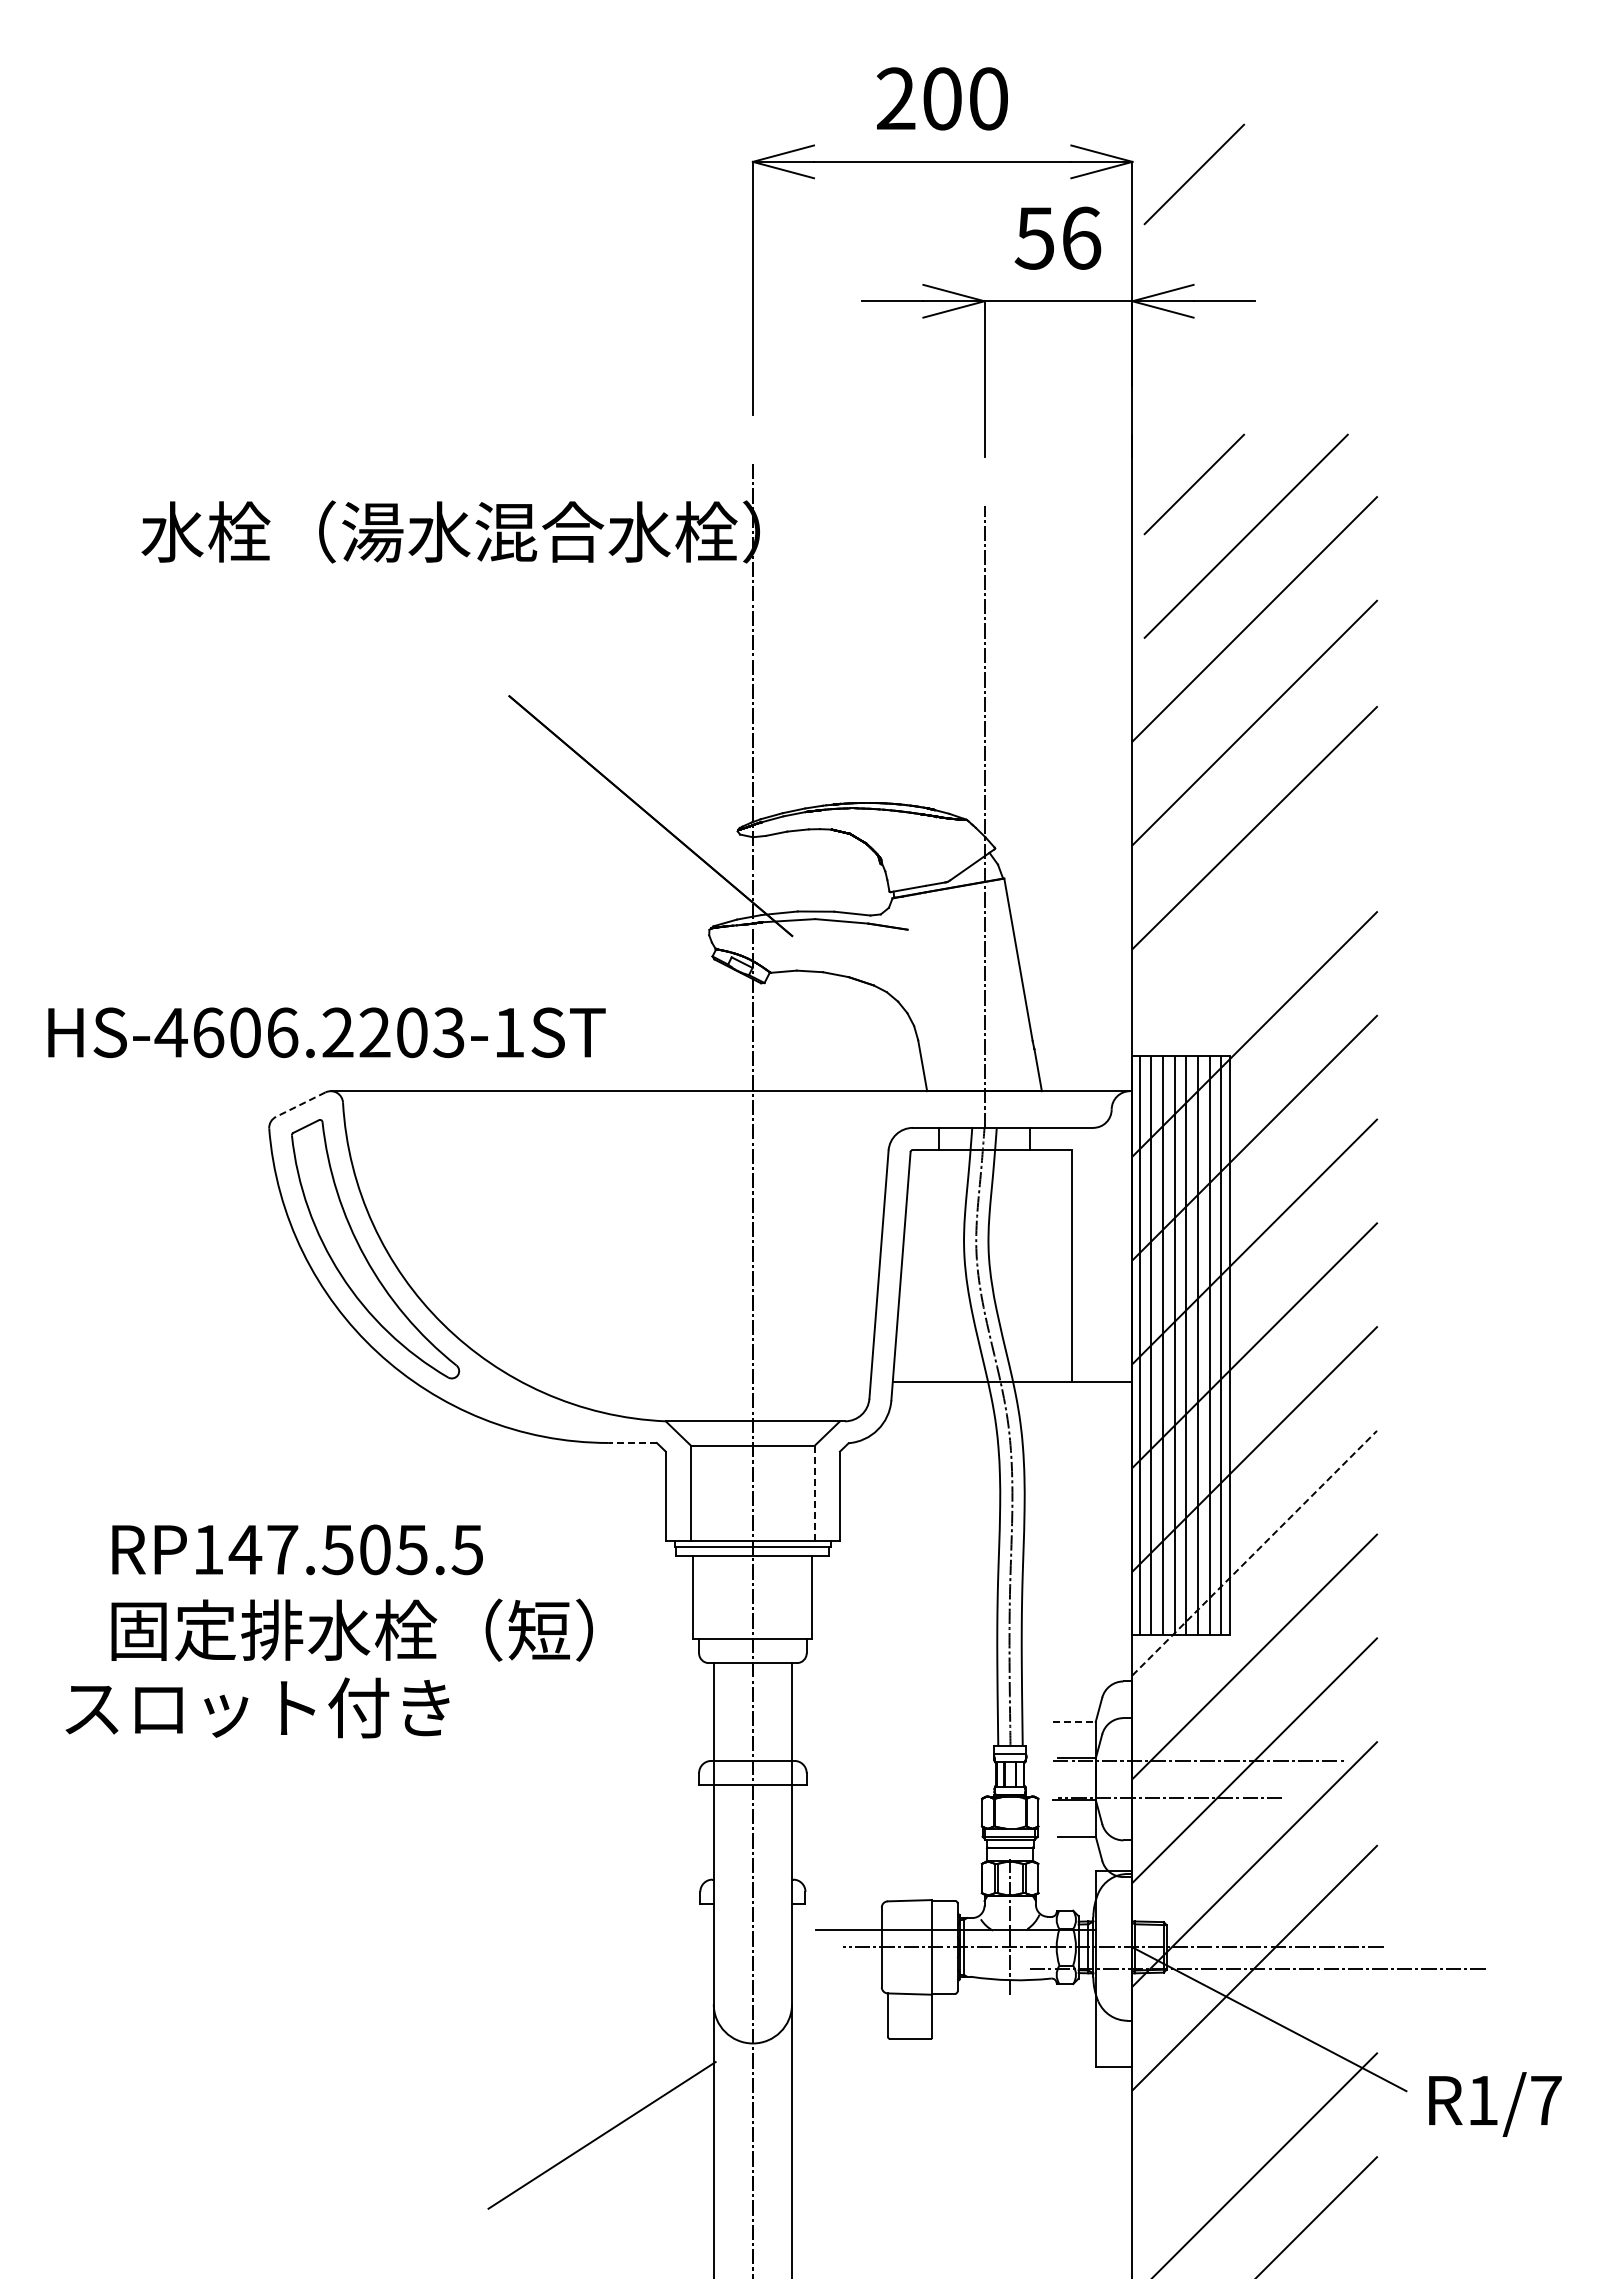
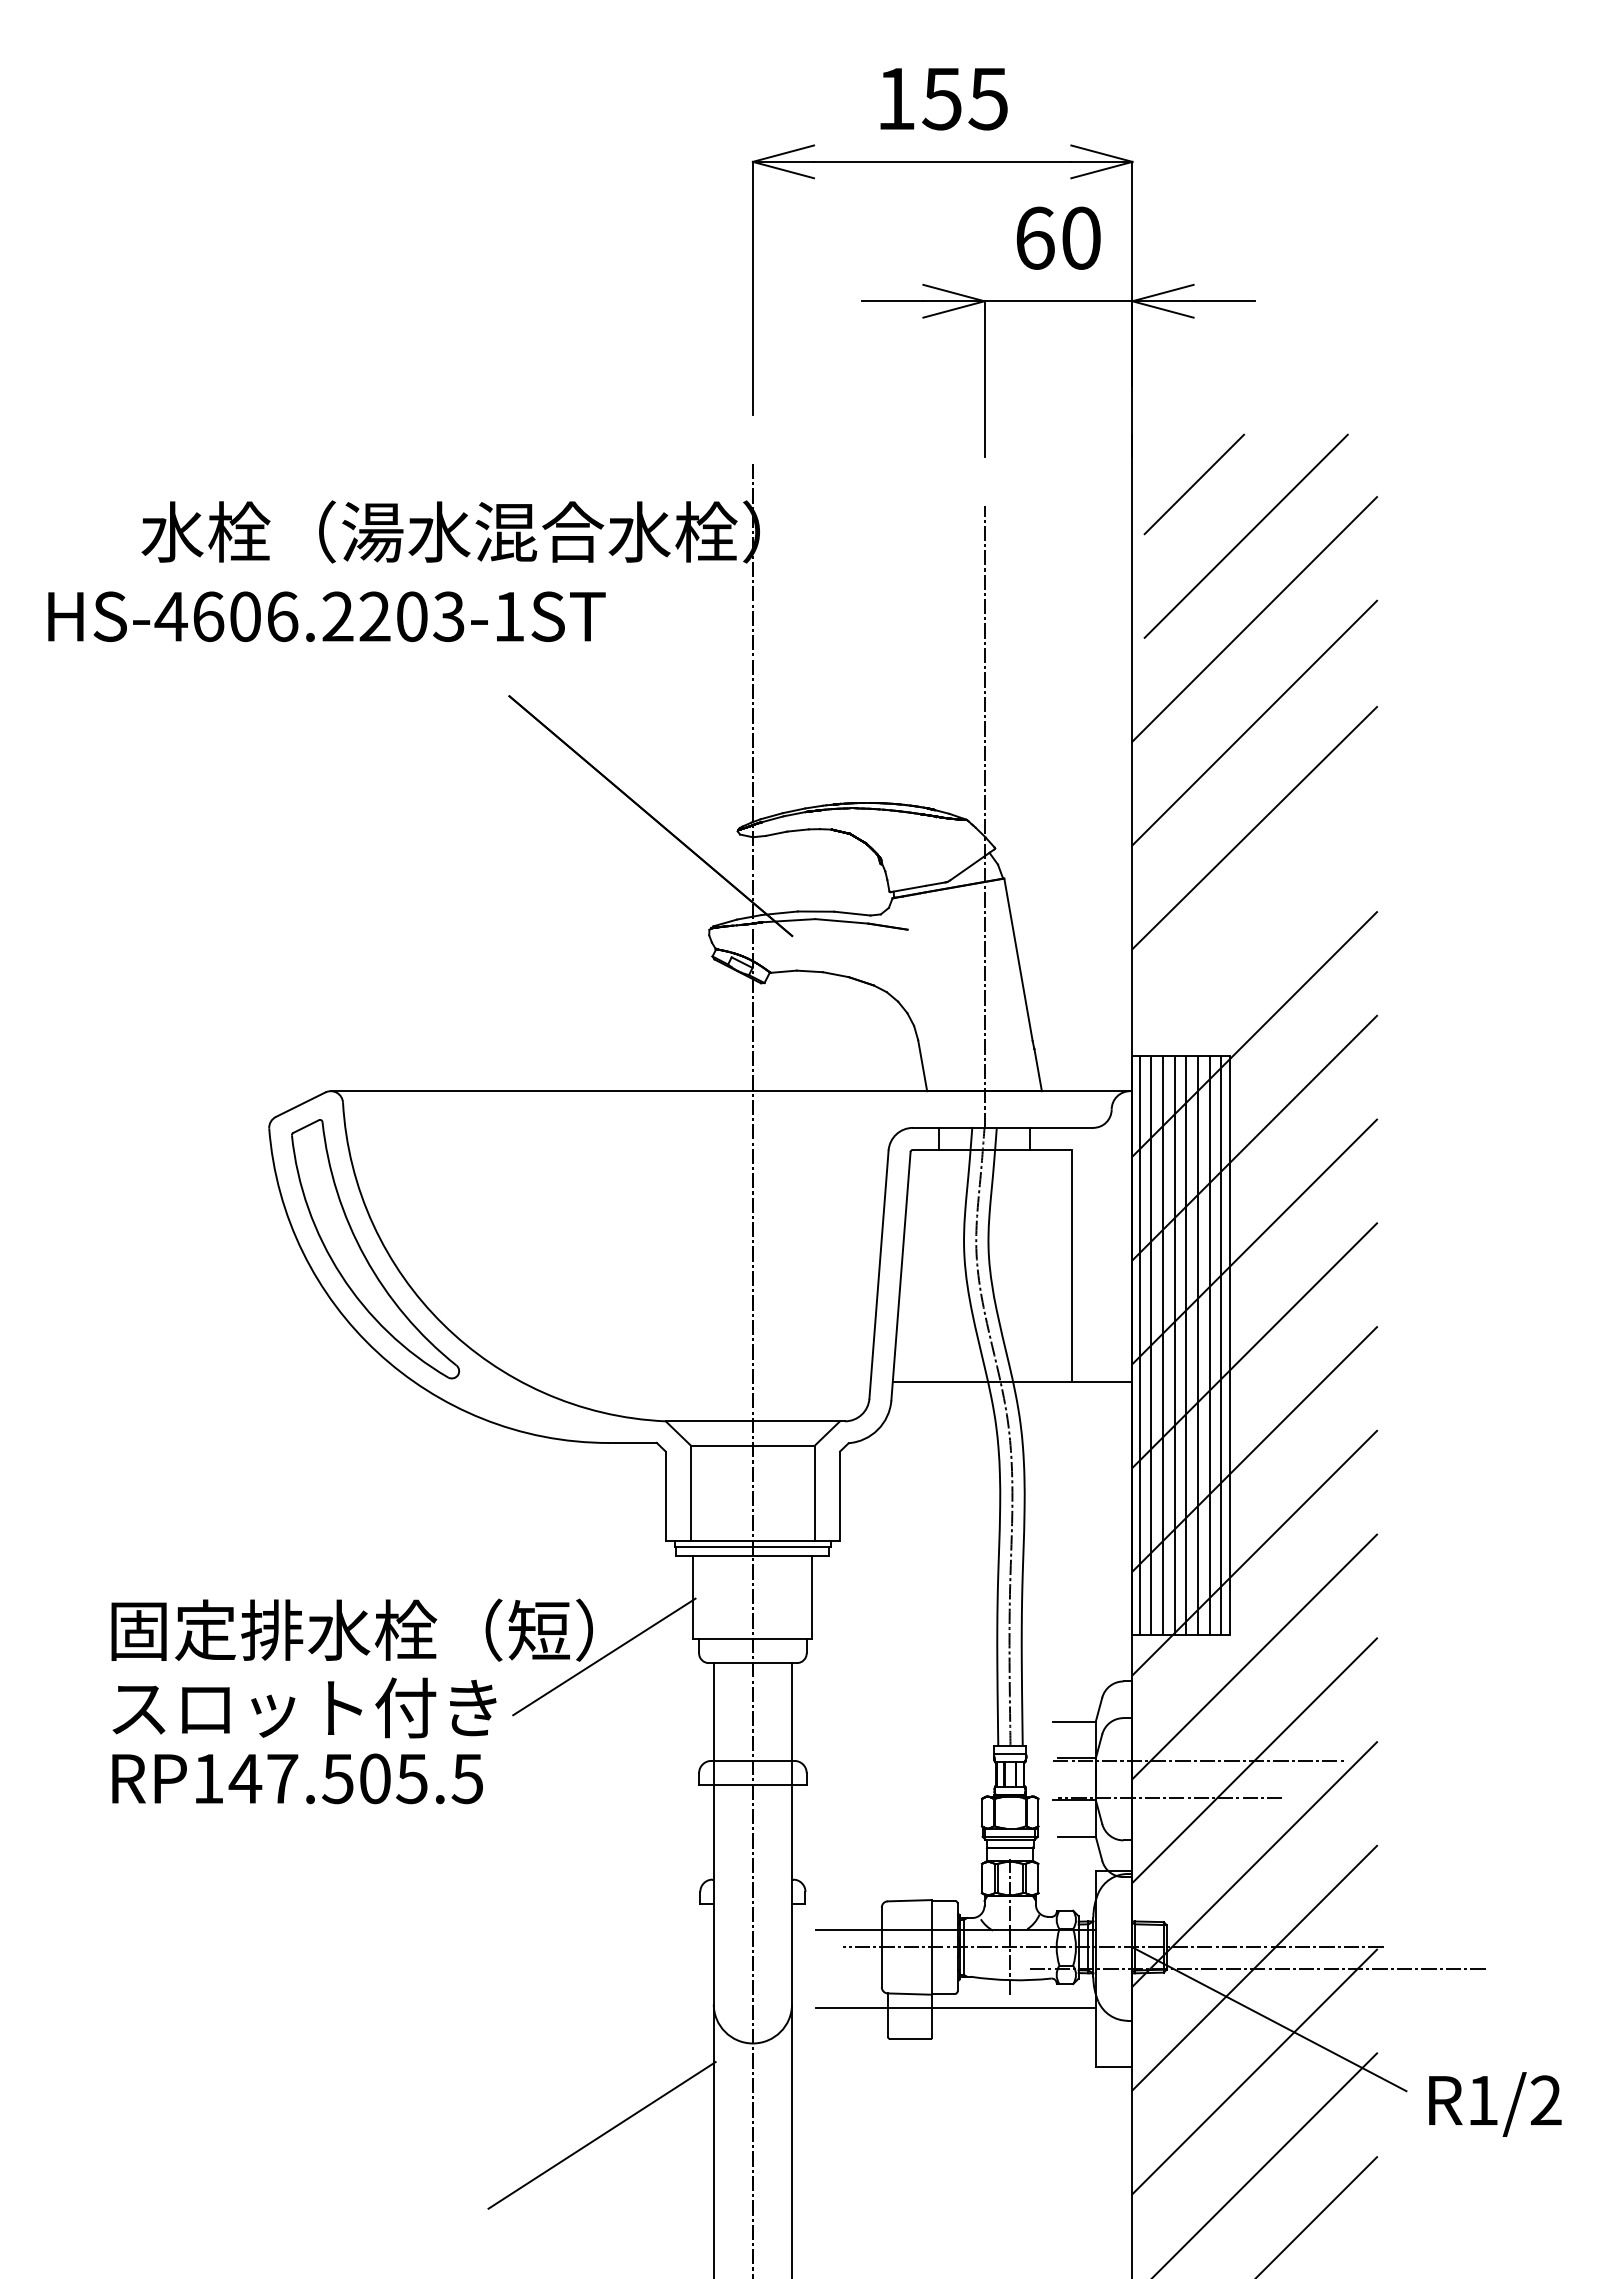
text at (941, 98): 200 -> 155
line at (1194, 174): present -> none
text at (1057, 237): 56 -> 60
text at (326, 1032) position: (326, 1032) -> (326, 616)
line at (300, 1104): dashed -> solid
line at (632, 1442): dashed -> solid
line at (814, 1493): dashed -> solid
text at (297, 1549) position: (297, 1549) -> (297, 1778)
line at (1254, 1553): dashed -> solid
line at (604, 1656): none -> present
text at (257, 1707) position: (257, 1707) -> (304, 1707)
line at (1074, 1721): dashed -> solid
line at (955, 2007): none -> present
line at (1254, 2071): none -> present
text at (1545, 2099): R1/7 -> R1/2
